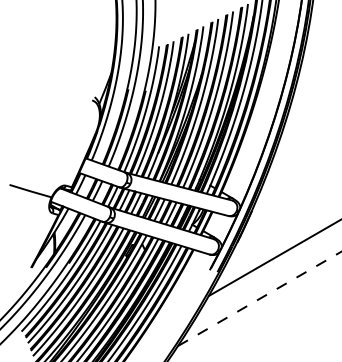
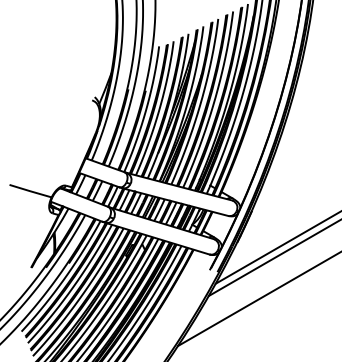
line at (276, 247): none -> present
line at (260, 298): dashed -> solid
